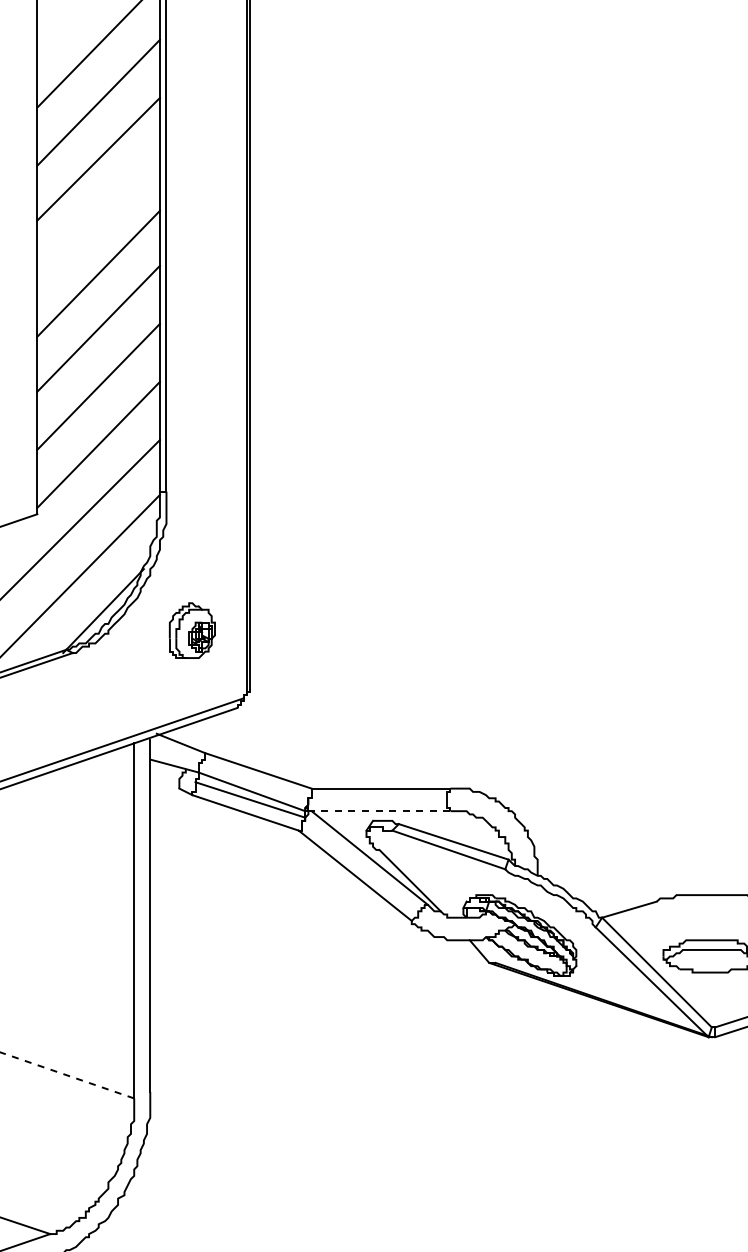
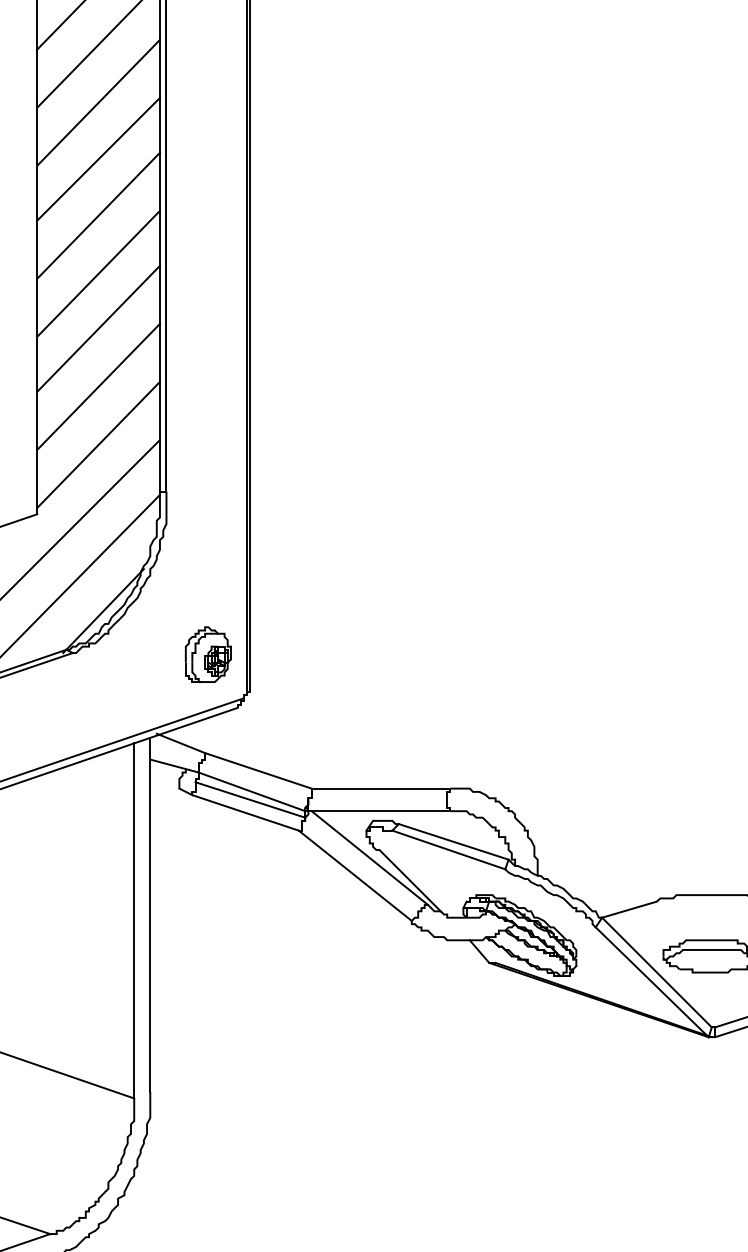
line at (60, 25): none -> present
line at (98, 215): none -> present
part at (192, 630) position: (192, 630) -> (208, 654)
line at (378, 811): dashed -> solid
line at (67, 1075): dashed -> solid
